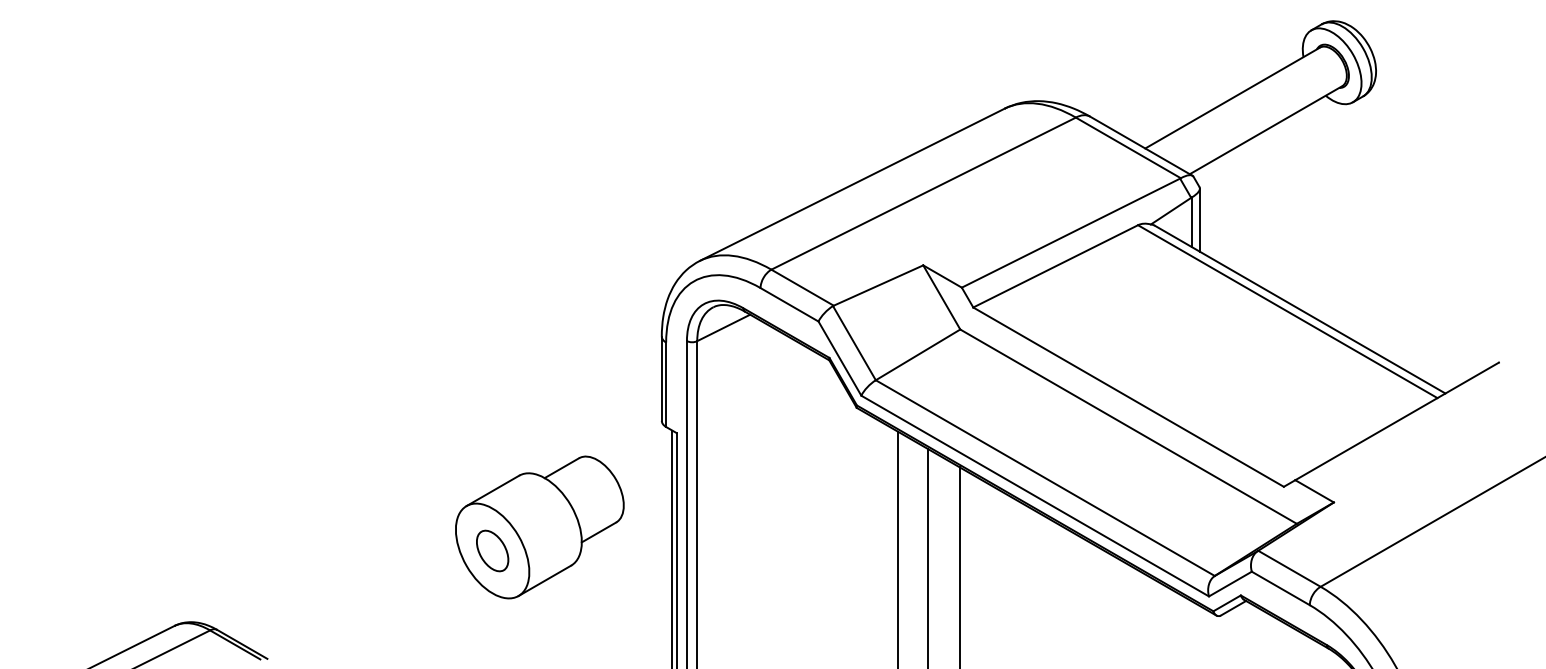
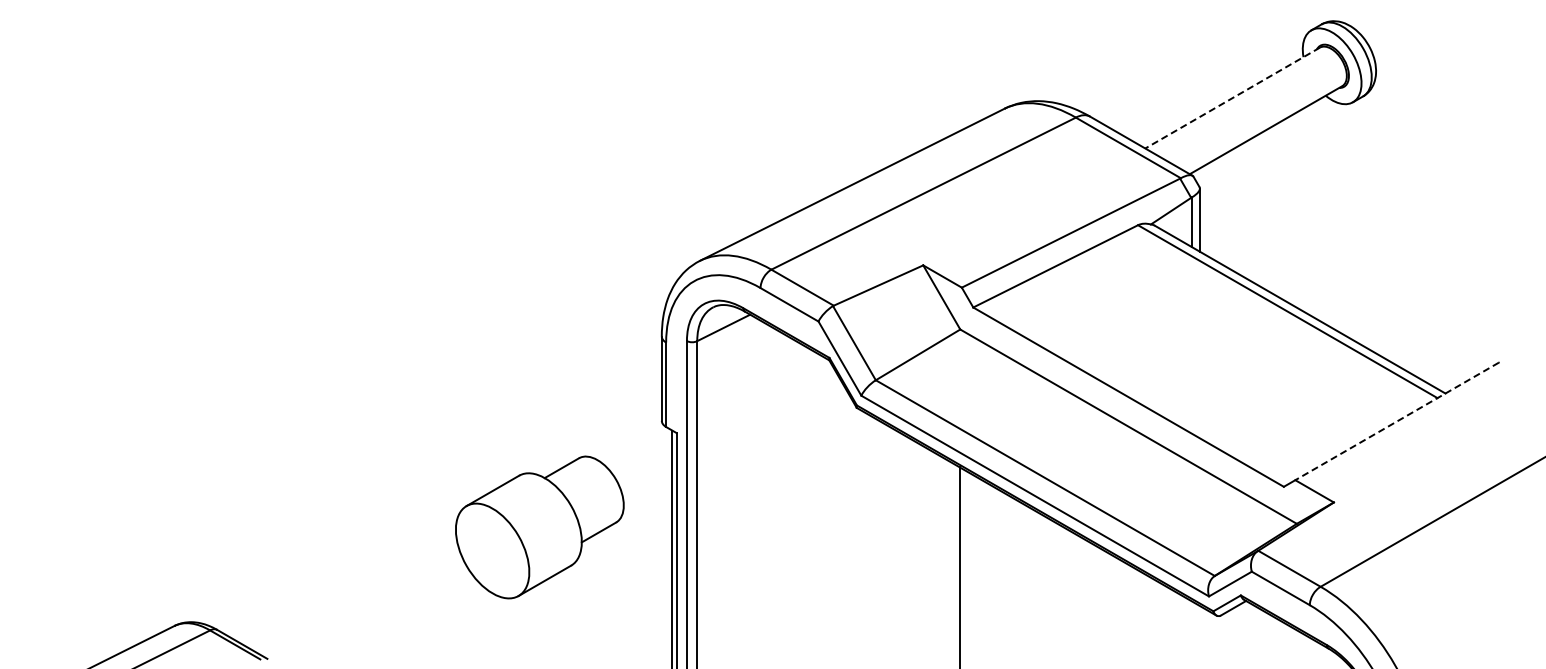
line at (1232, 98): solid -> dashed
line at (1397, 421): solid -> dashed
line at (898, 548): present -> none
part at (492, 550): present -> none
line at (928, 557): present -> none
